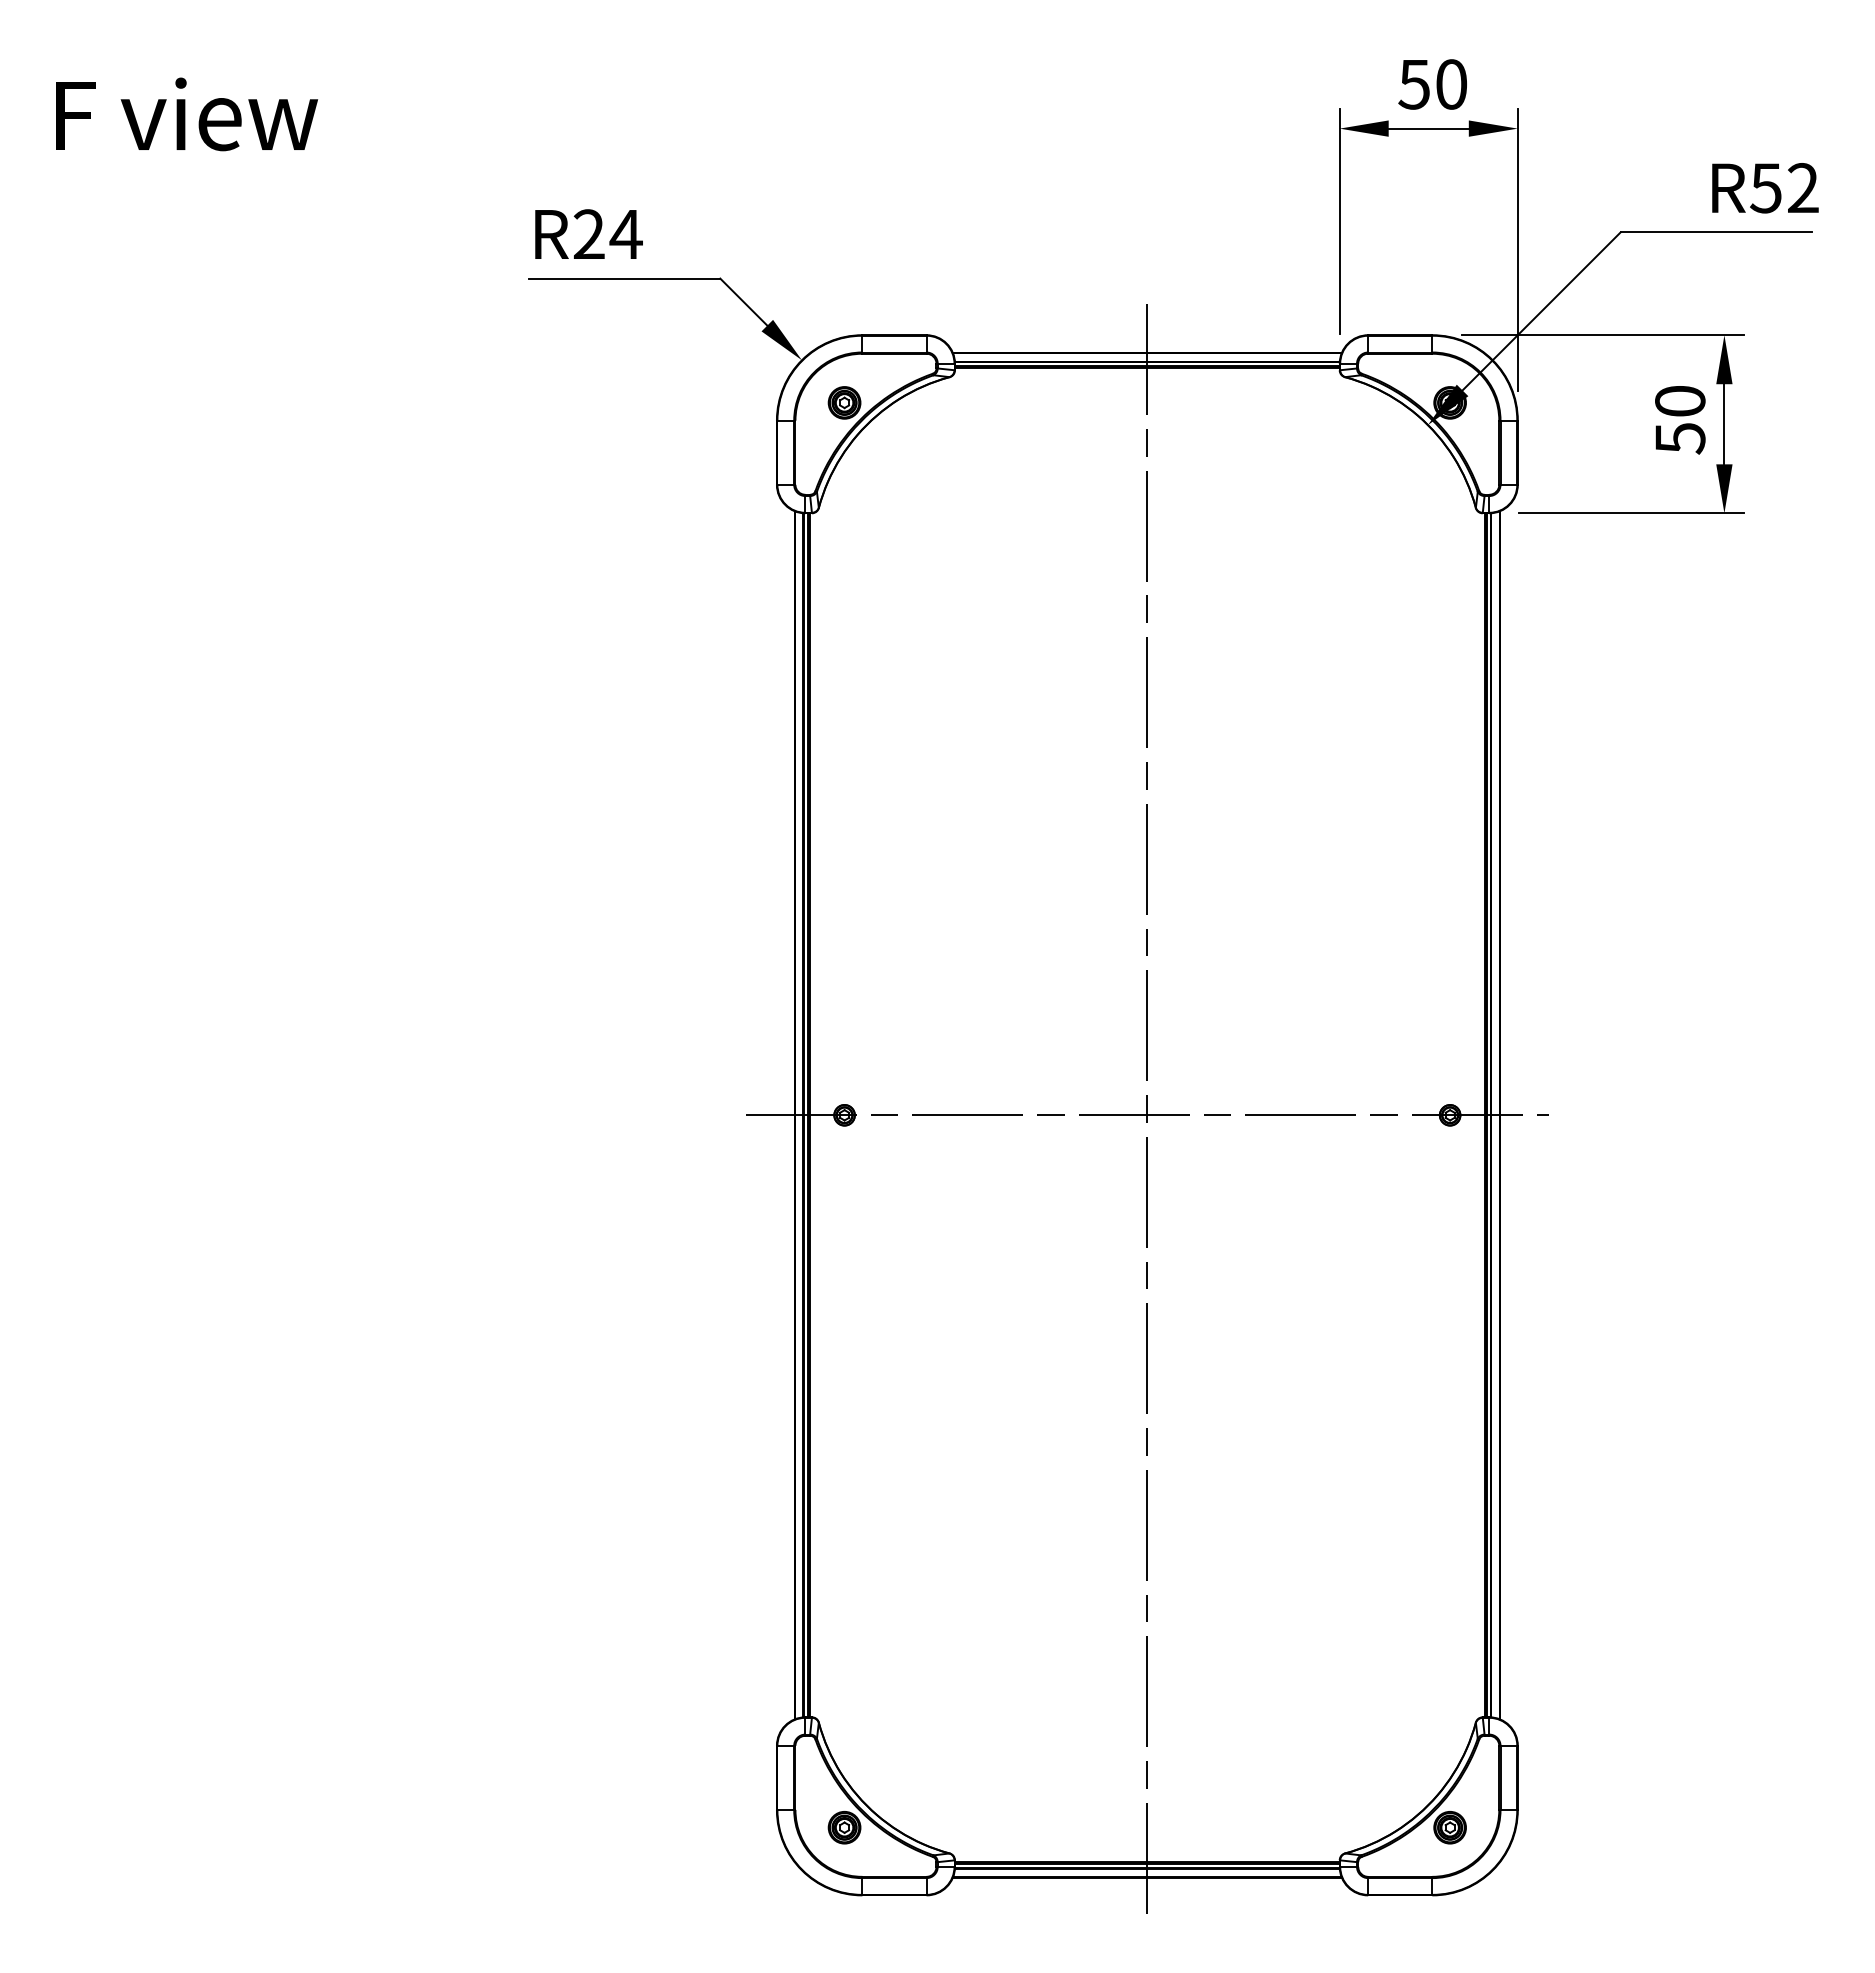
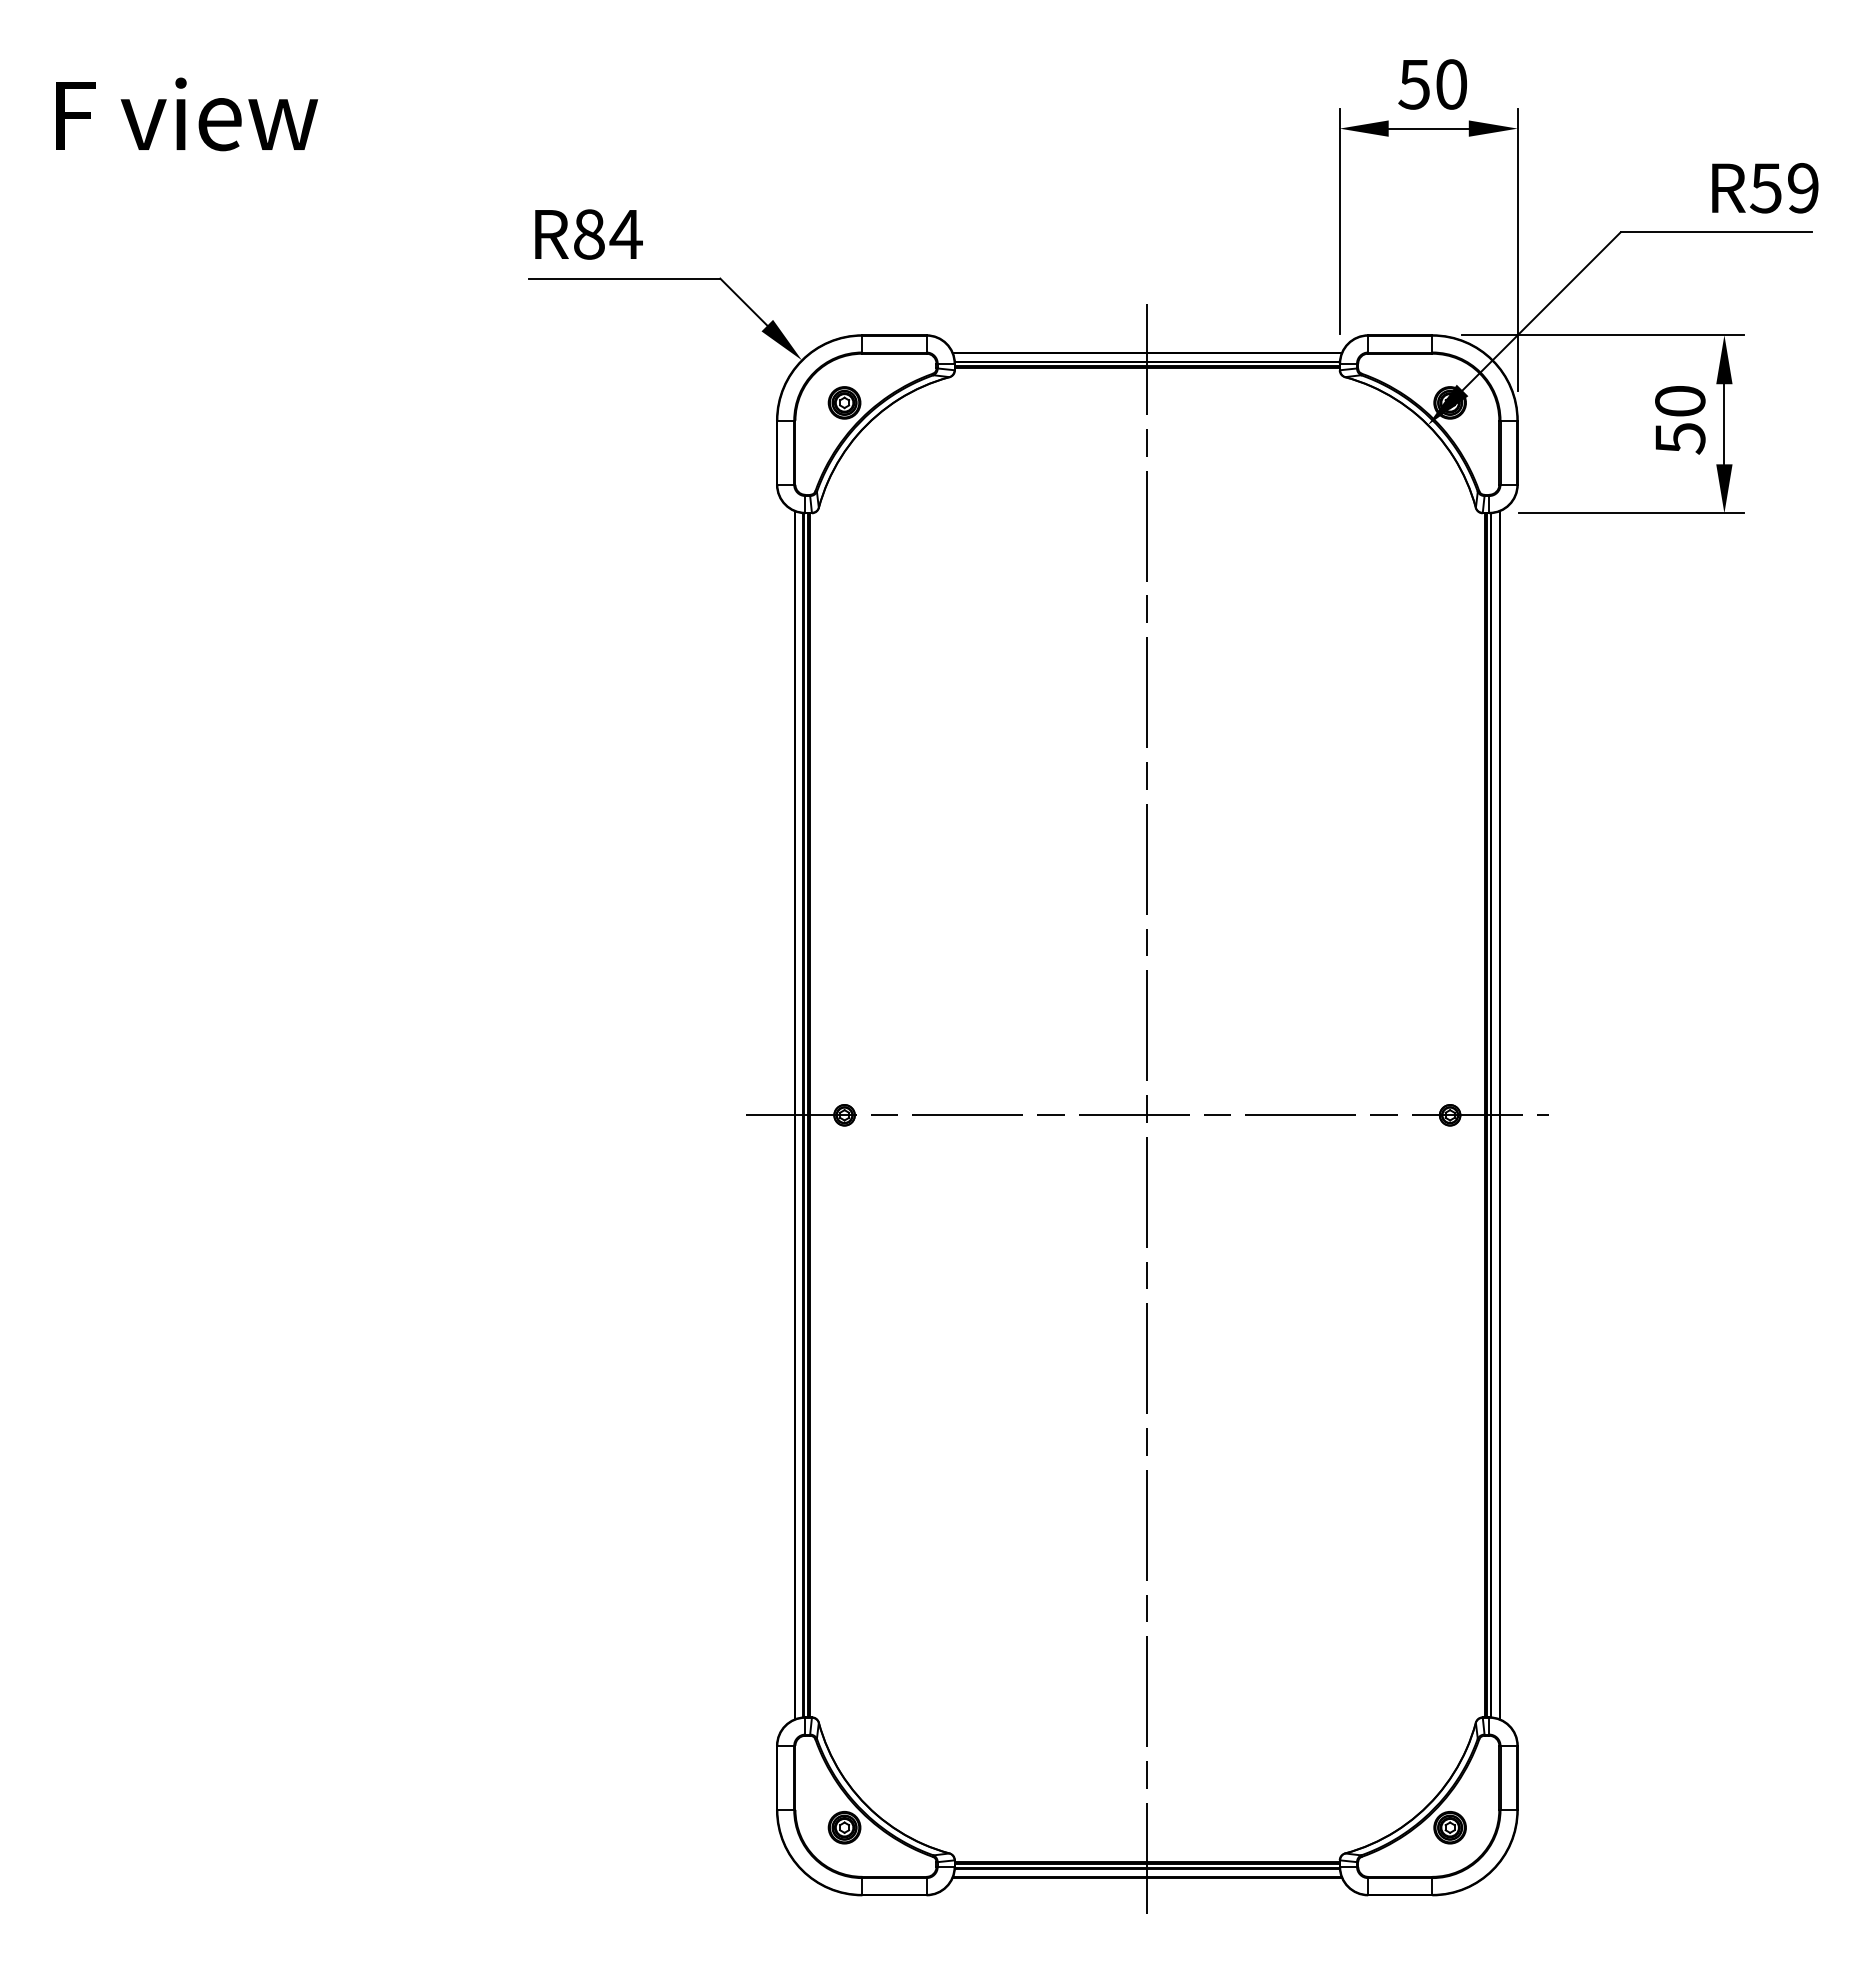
text at (1803, 188): R52 -> R59
text at (588, 234): R24 -> R84
